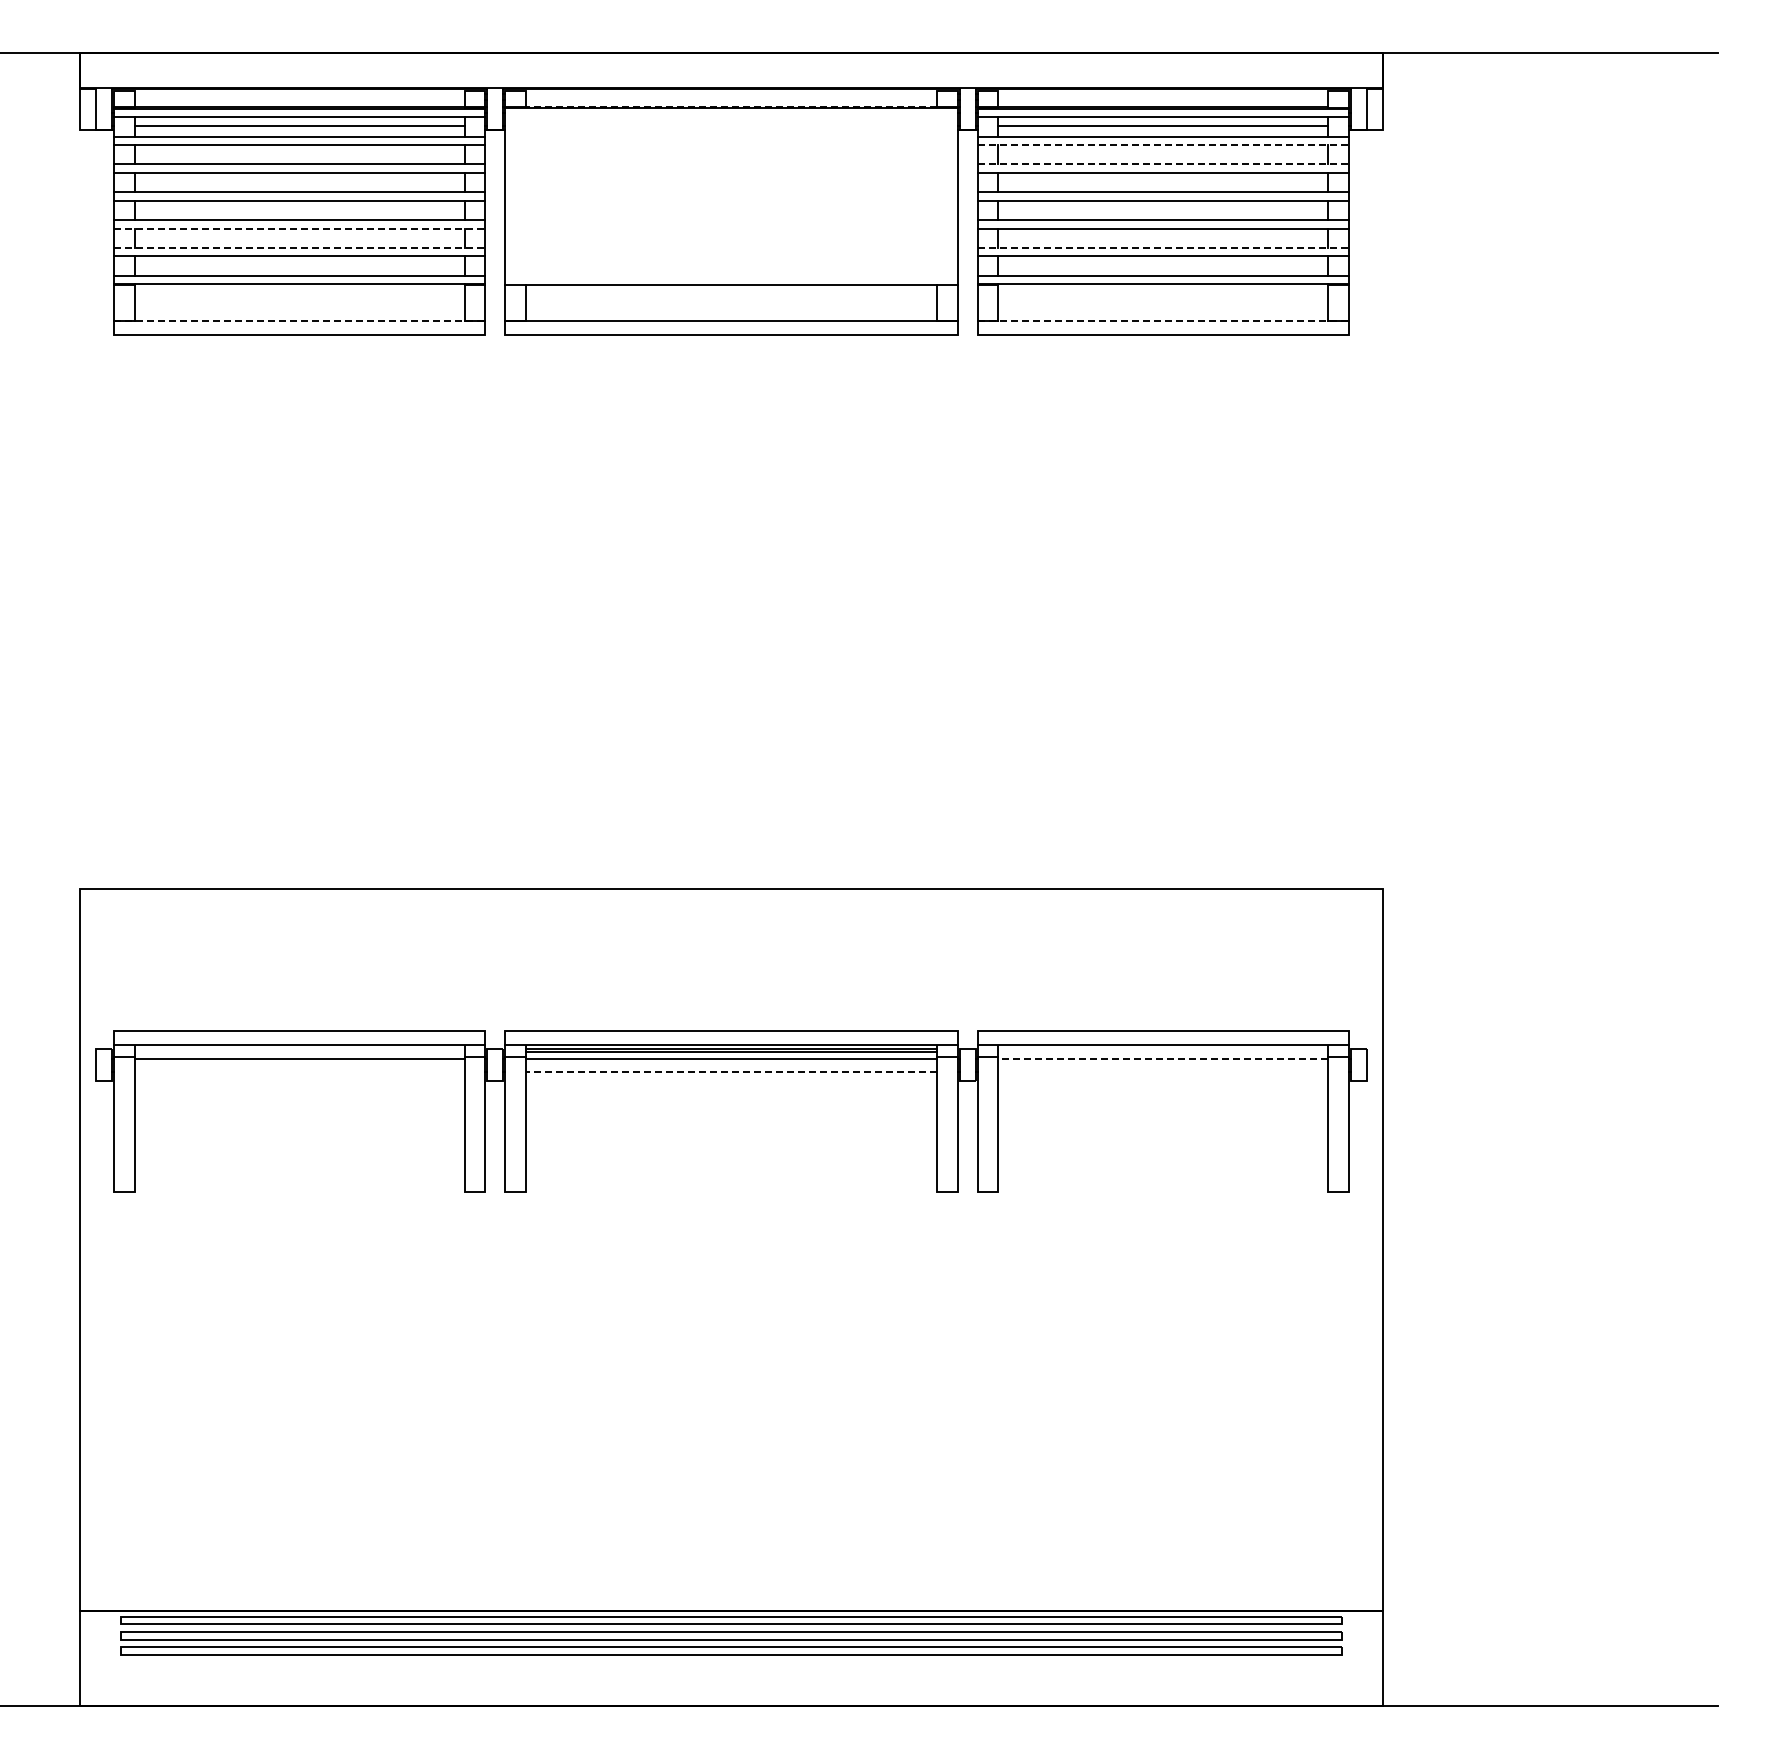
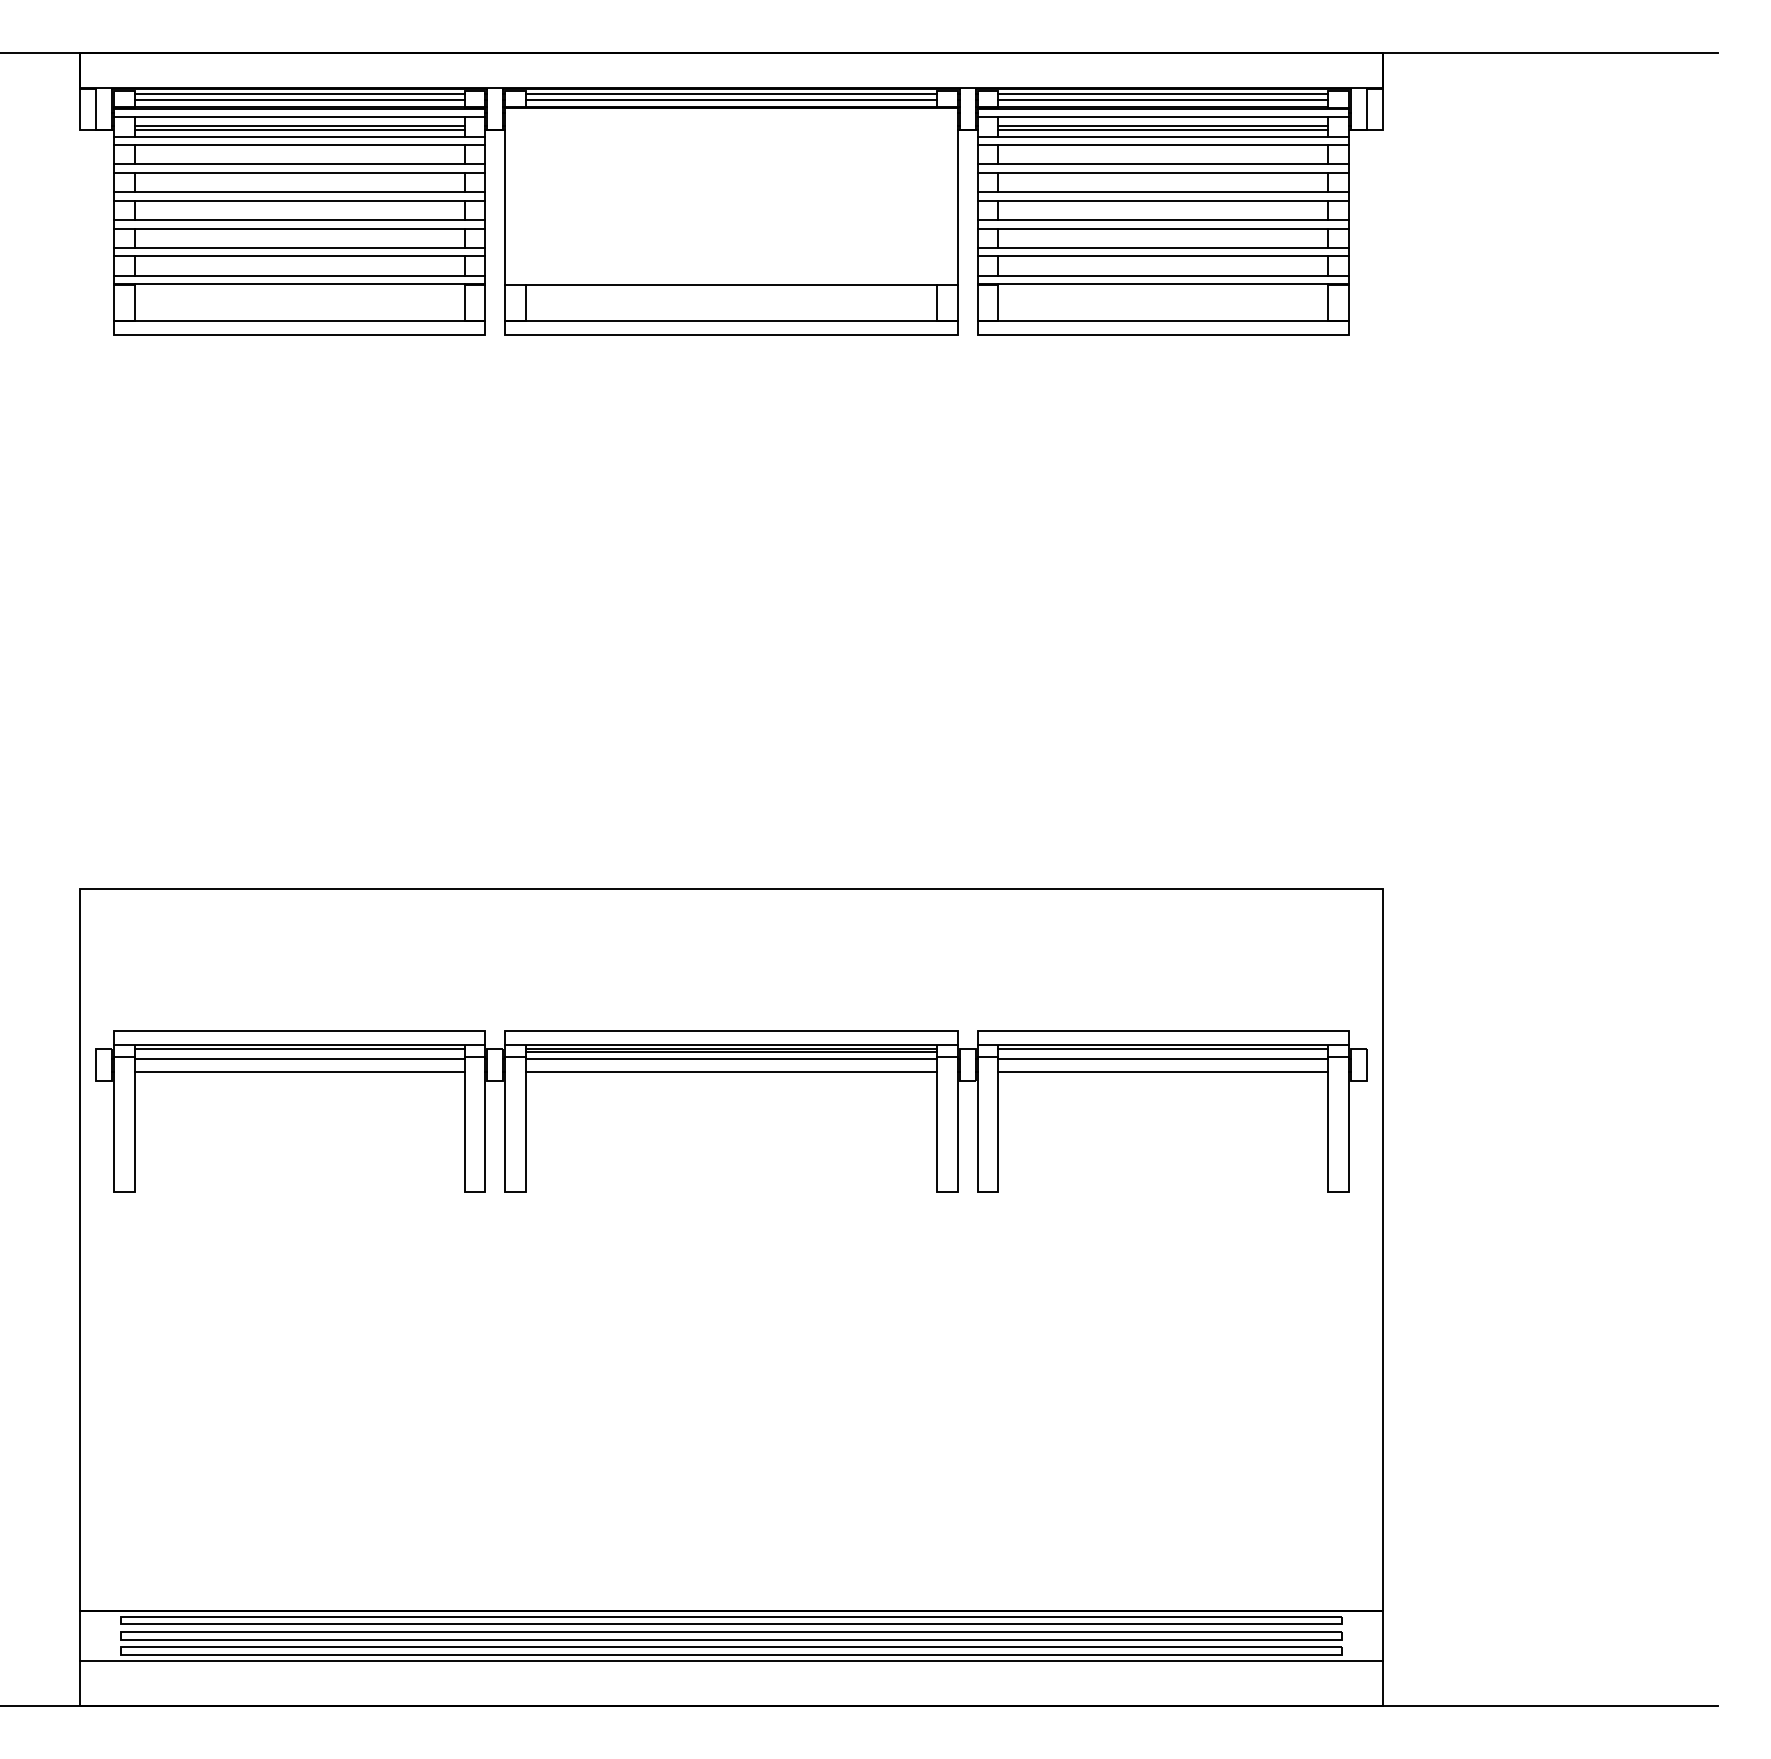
line at (299, 93): none -> present
line at (731, 93): none -> present
line at (1163, 93): none -> present
line at (299, 100): none -> present
line at (731, 100): none -> present
line at (1163, 100): none -> present
line at (731, 106): dashed -> solid
line at (299, 130): none -> present
line at (1163, 130): none -> present
line at (1163, 145): dashed -> solid
line at (1163, 164): dashed -> solid
line at (300, 228): dashed -> solid
line at (300, 247): dashed -> solid
line at (1163, 247): dashed -> solid
line at (300, 321): dashed -> solid
line at (1163, 321): dashed -> solid
line at (299, 1048): none -> present
line at (1163, 1048): none -> present
line at (1163, 1058): dashed -> solid
line at (299, 1072): none -> present
line at (731, 1072): dashed -> solid
line at (1163, 1072): none -> present
line at (731, 1660): none -> present
